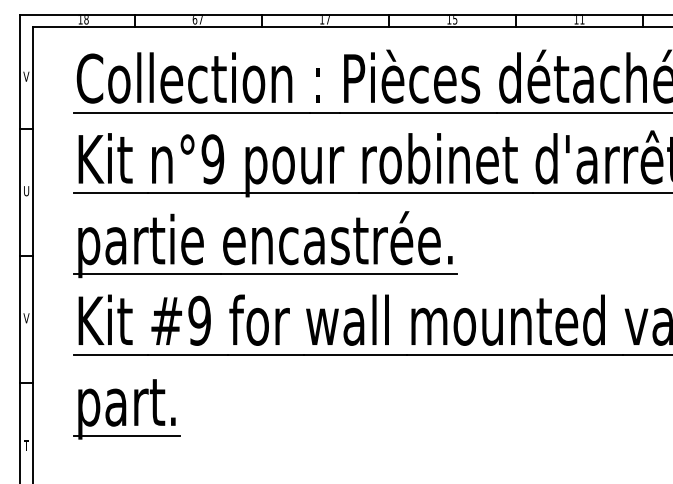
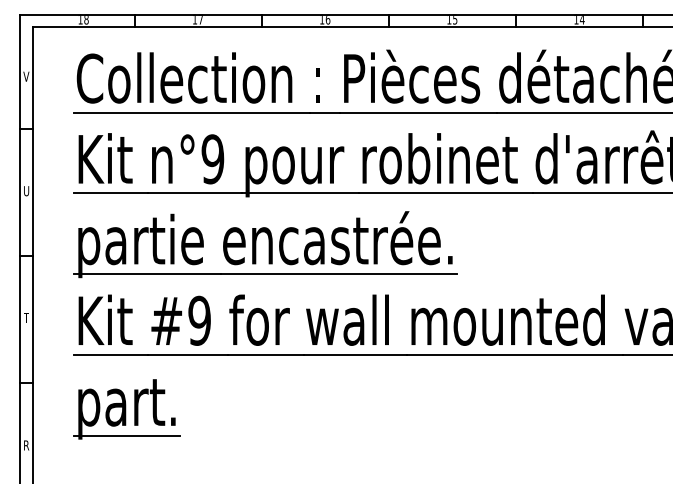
text at (194, 20): 67 -> 17
text at (327, 20): 17 -> 16
text at (581, 20): 11 -> 14
text at (26, 318): V -> T
text at (26, 445): T -> R
